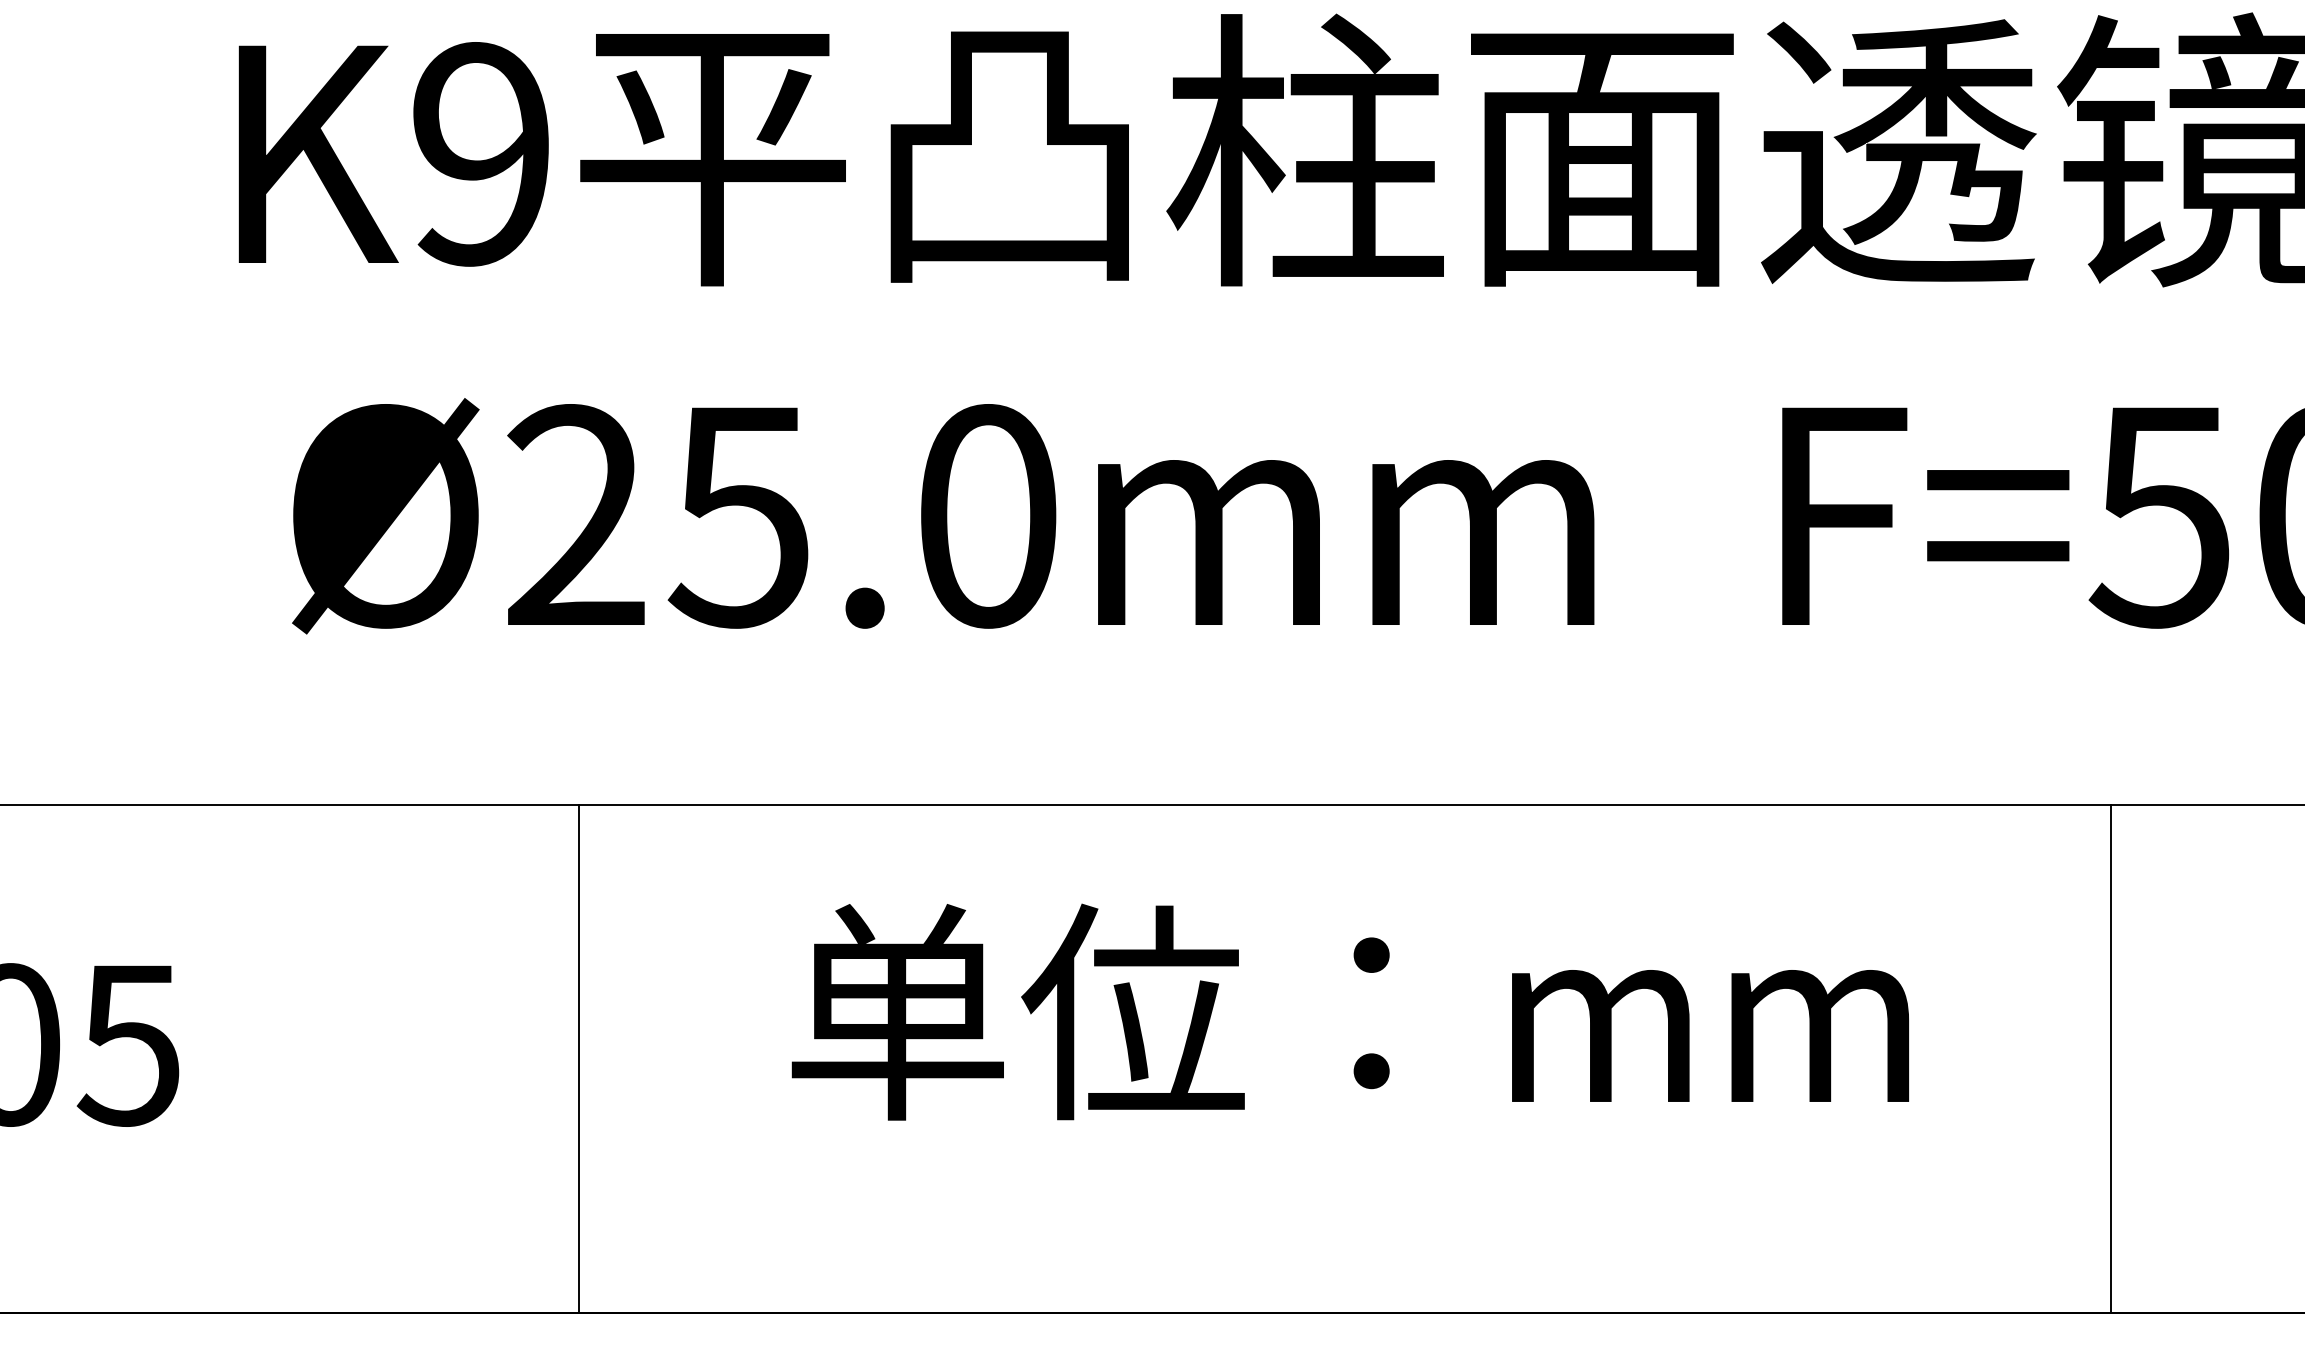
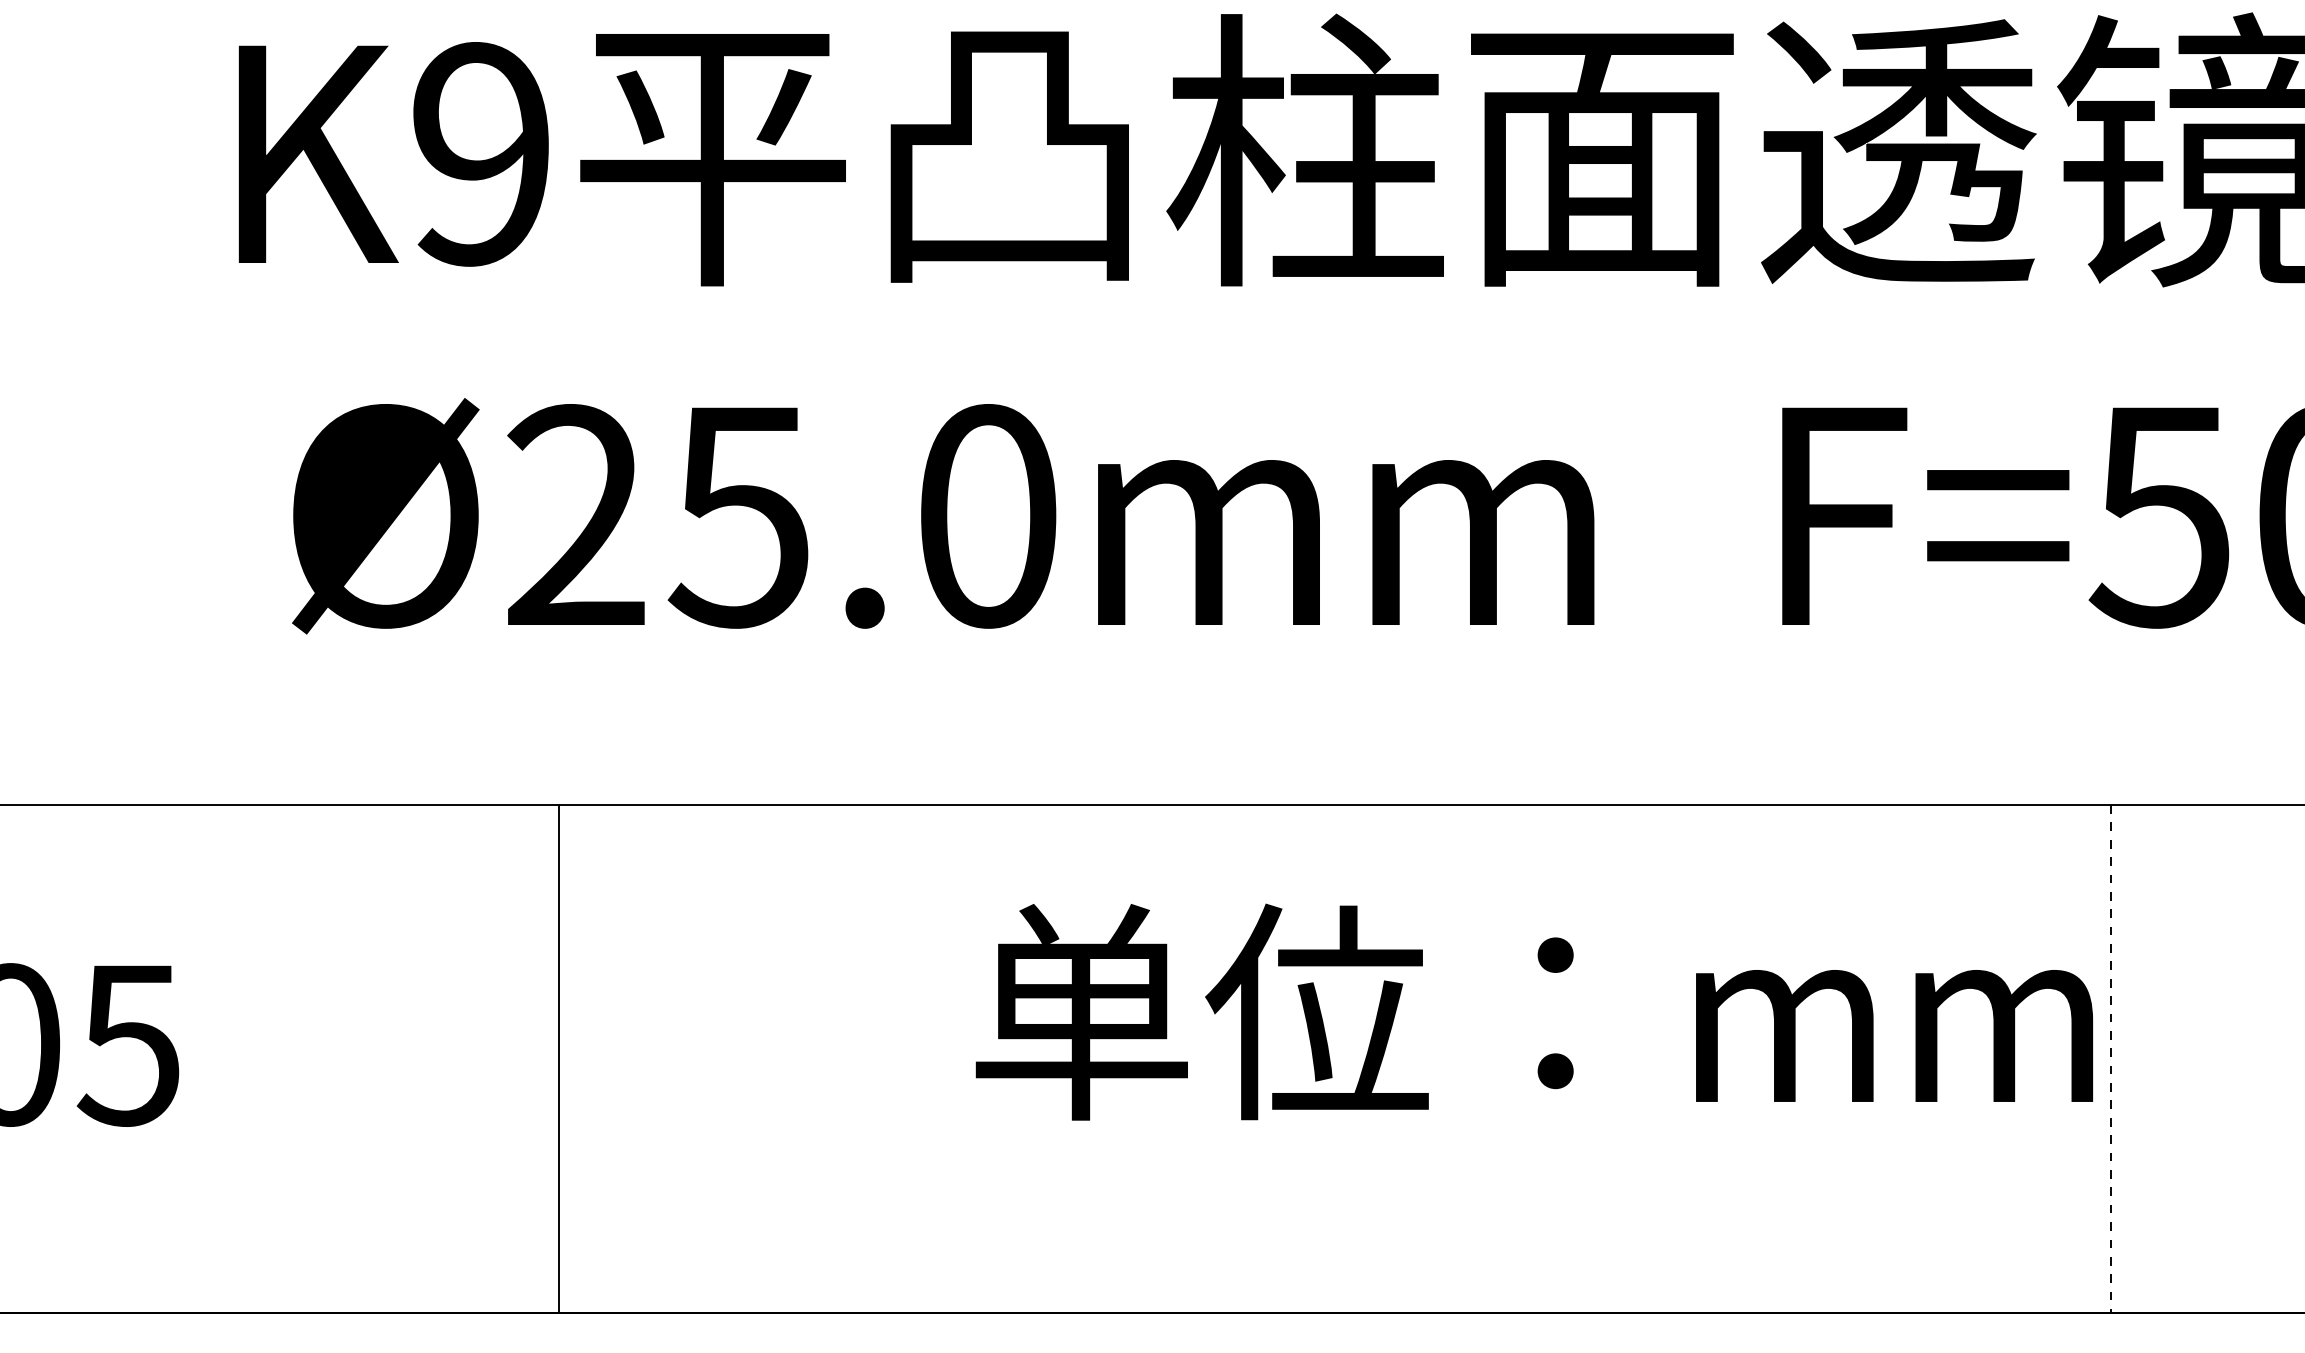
text at (1349, 1011) position: (1349, 1011) -> (1533, 1011)
line at (579, 1058) position: (579, 1058) -> (559, 1058)
line at (2110, 1058): solid -> dashed
